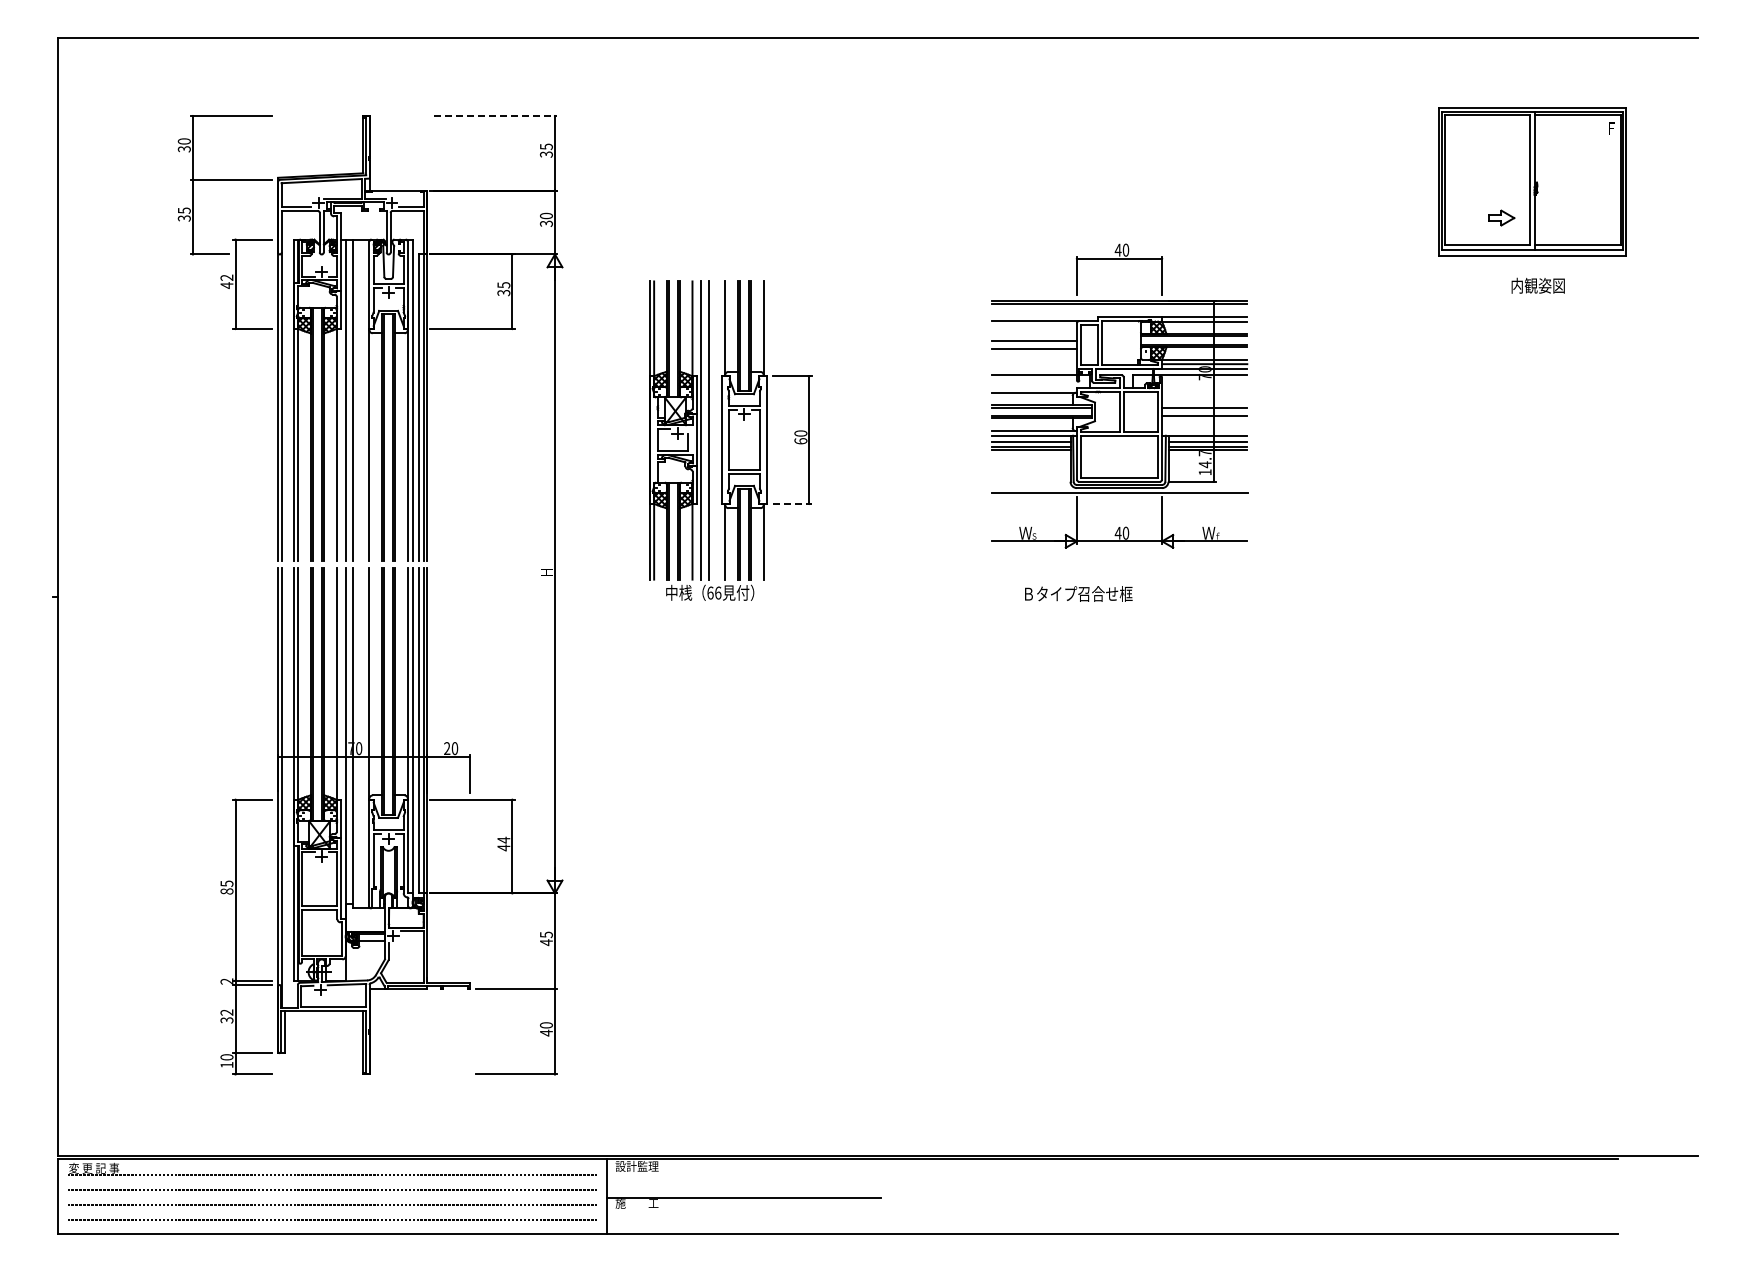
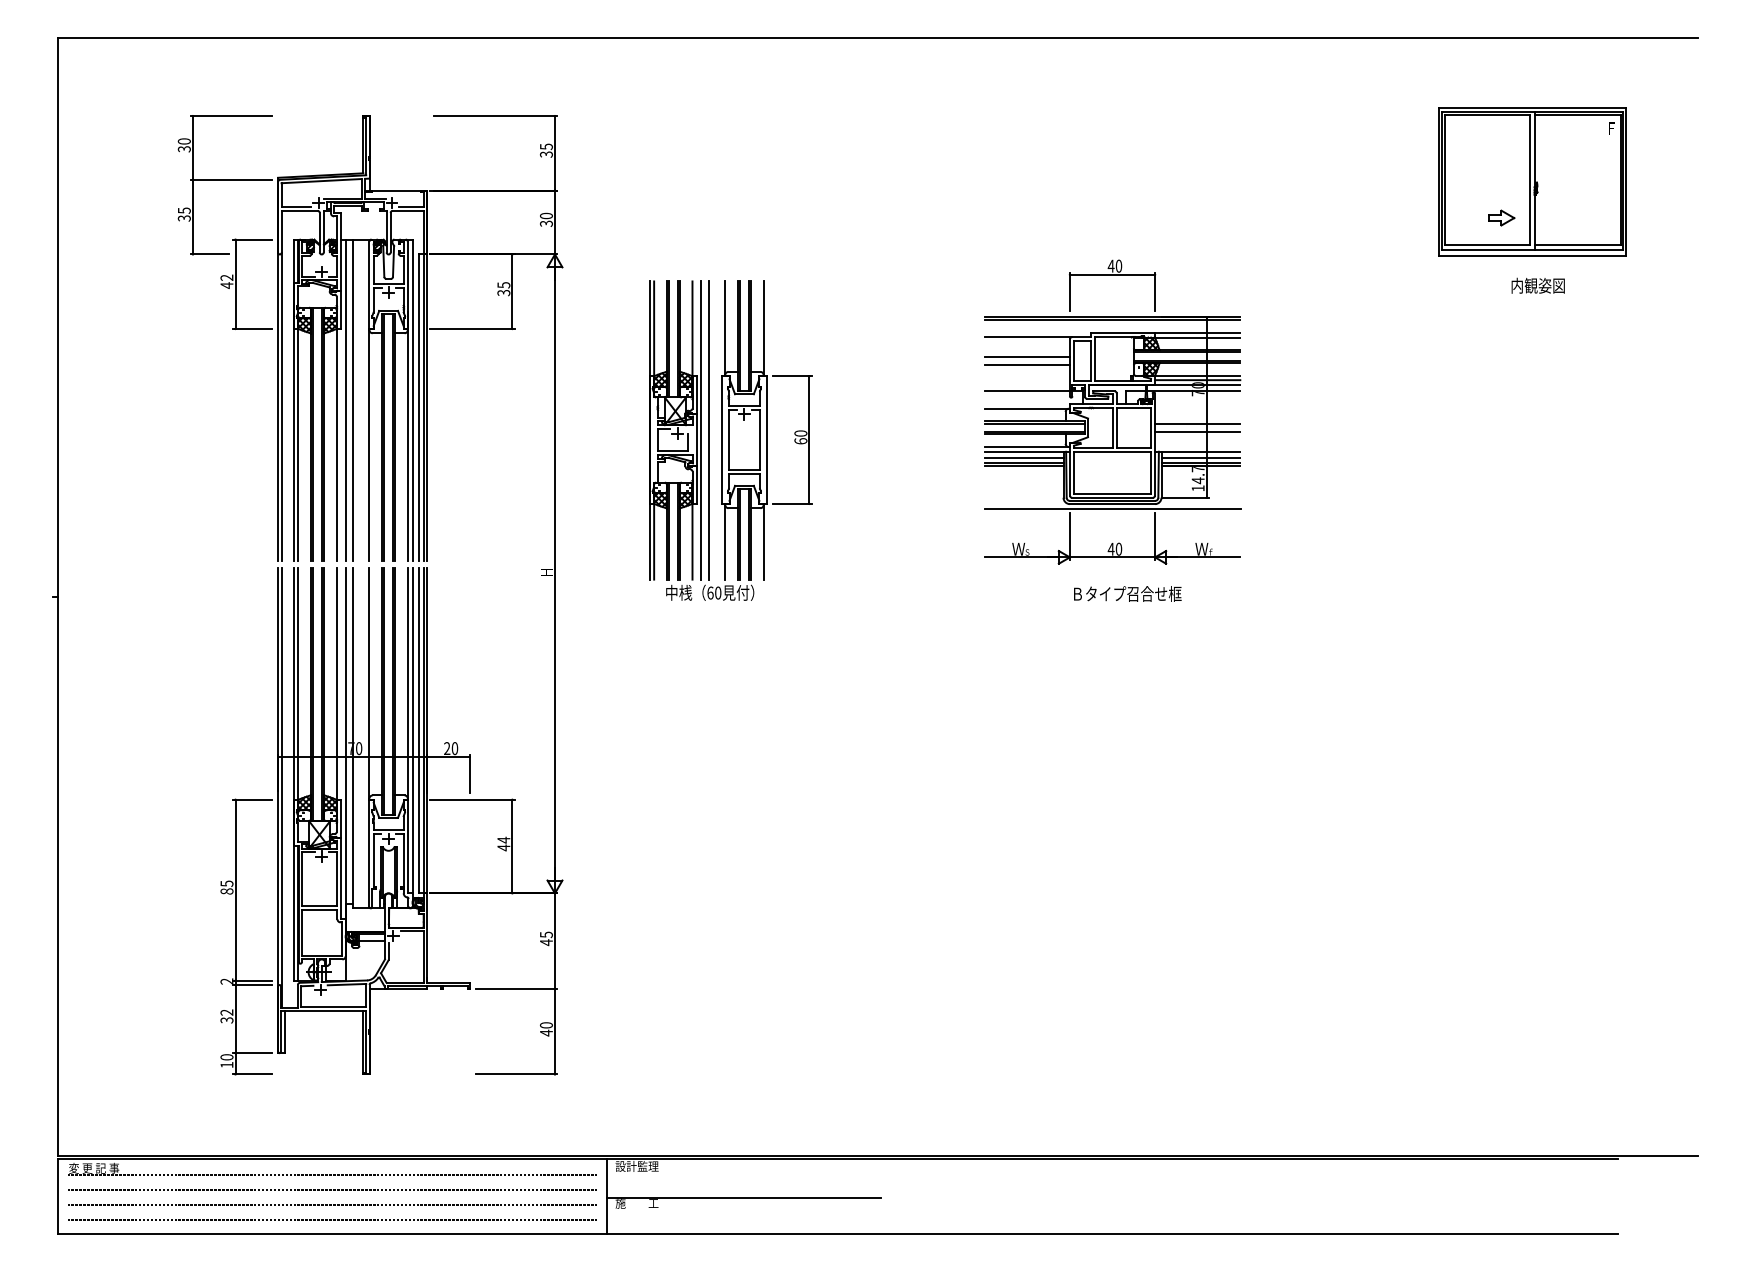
line at (495, 116): dashed -> solid
part at (1119, 395) position: (1119, 395) -> (1112, 411)
line at (792, 503): dashed -> solid
text at (718, 592): 66 -> 60
text at (1078, 593) position: (1078, 593) -> (1127, 593)
